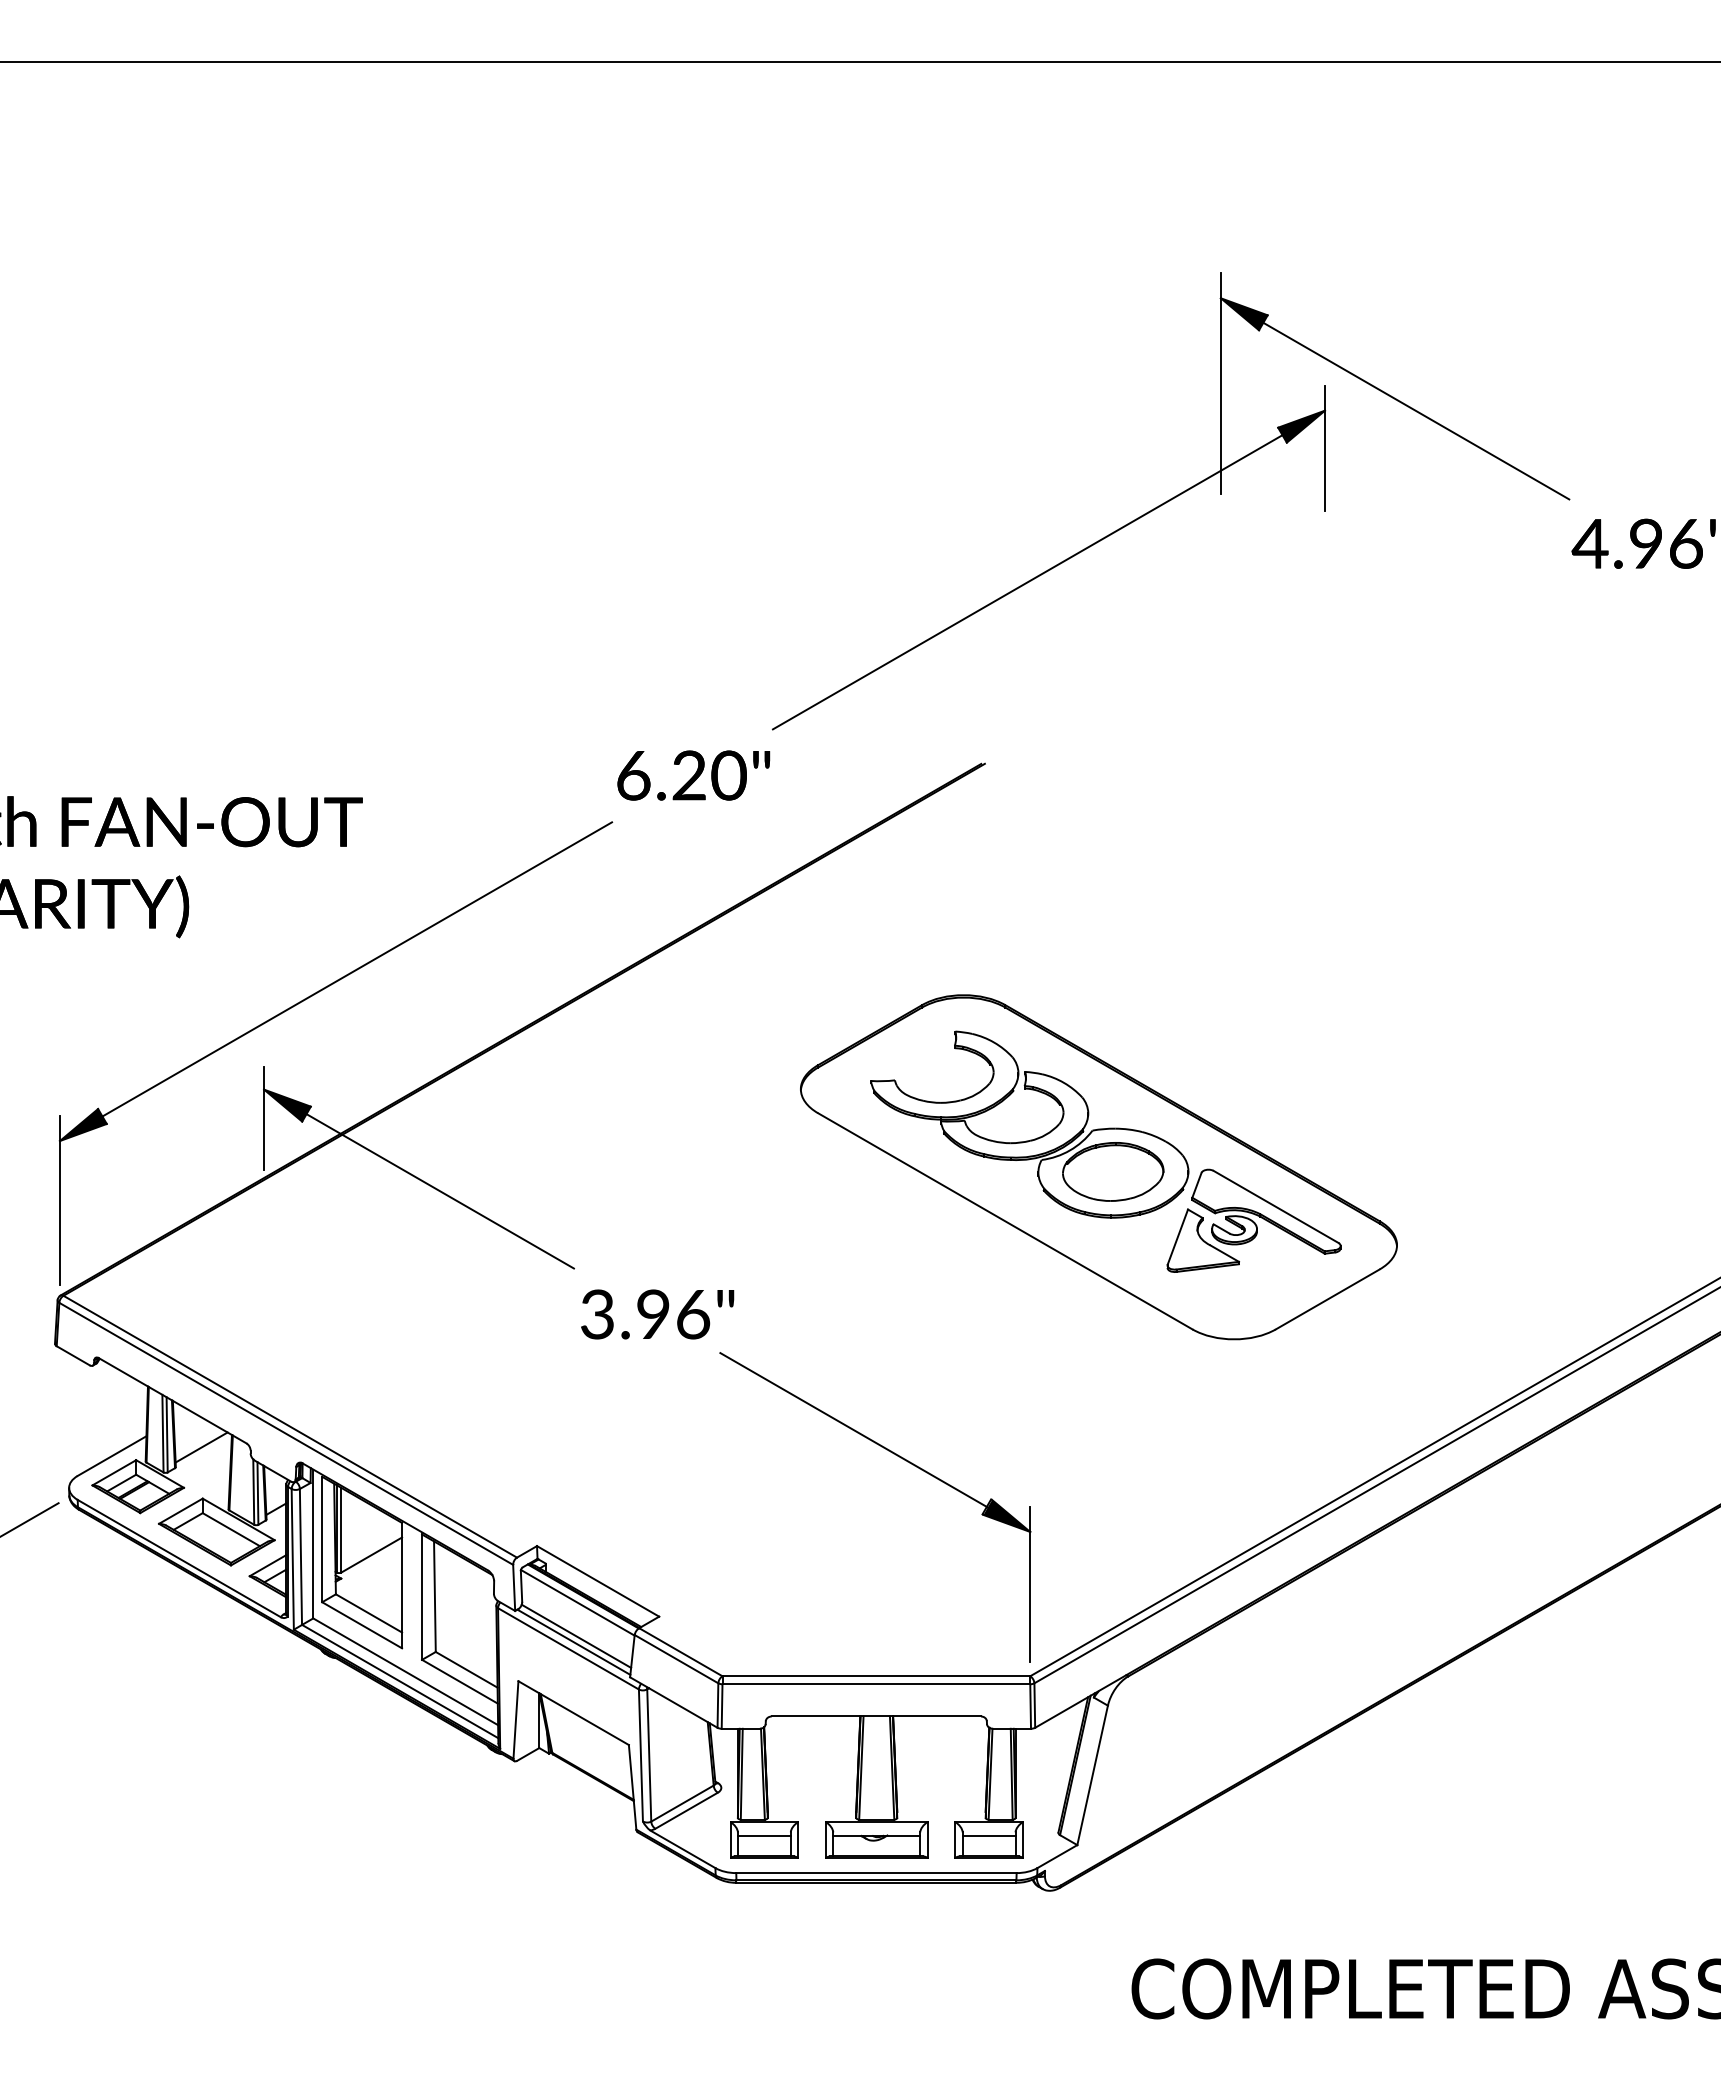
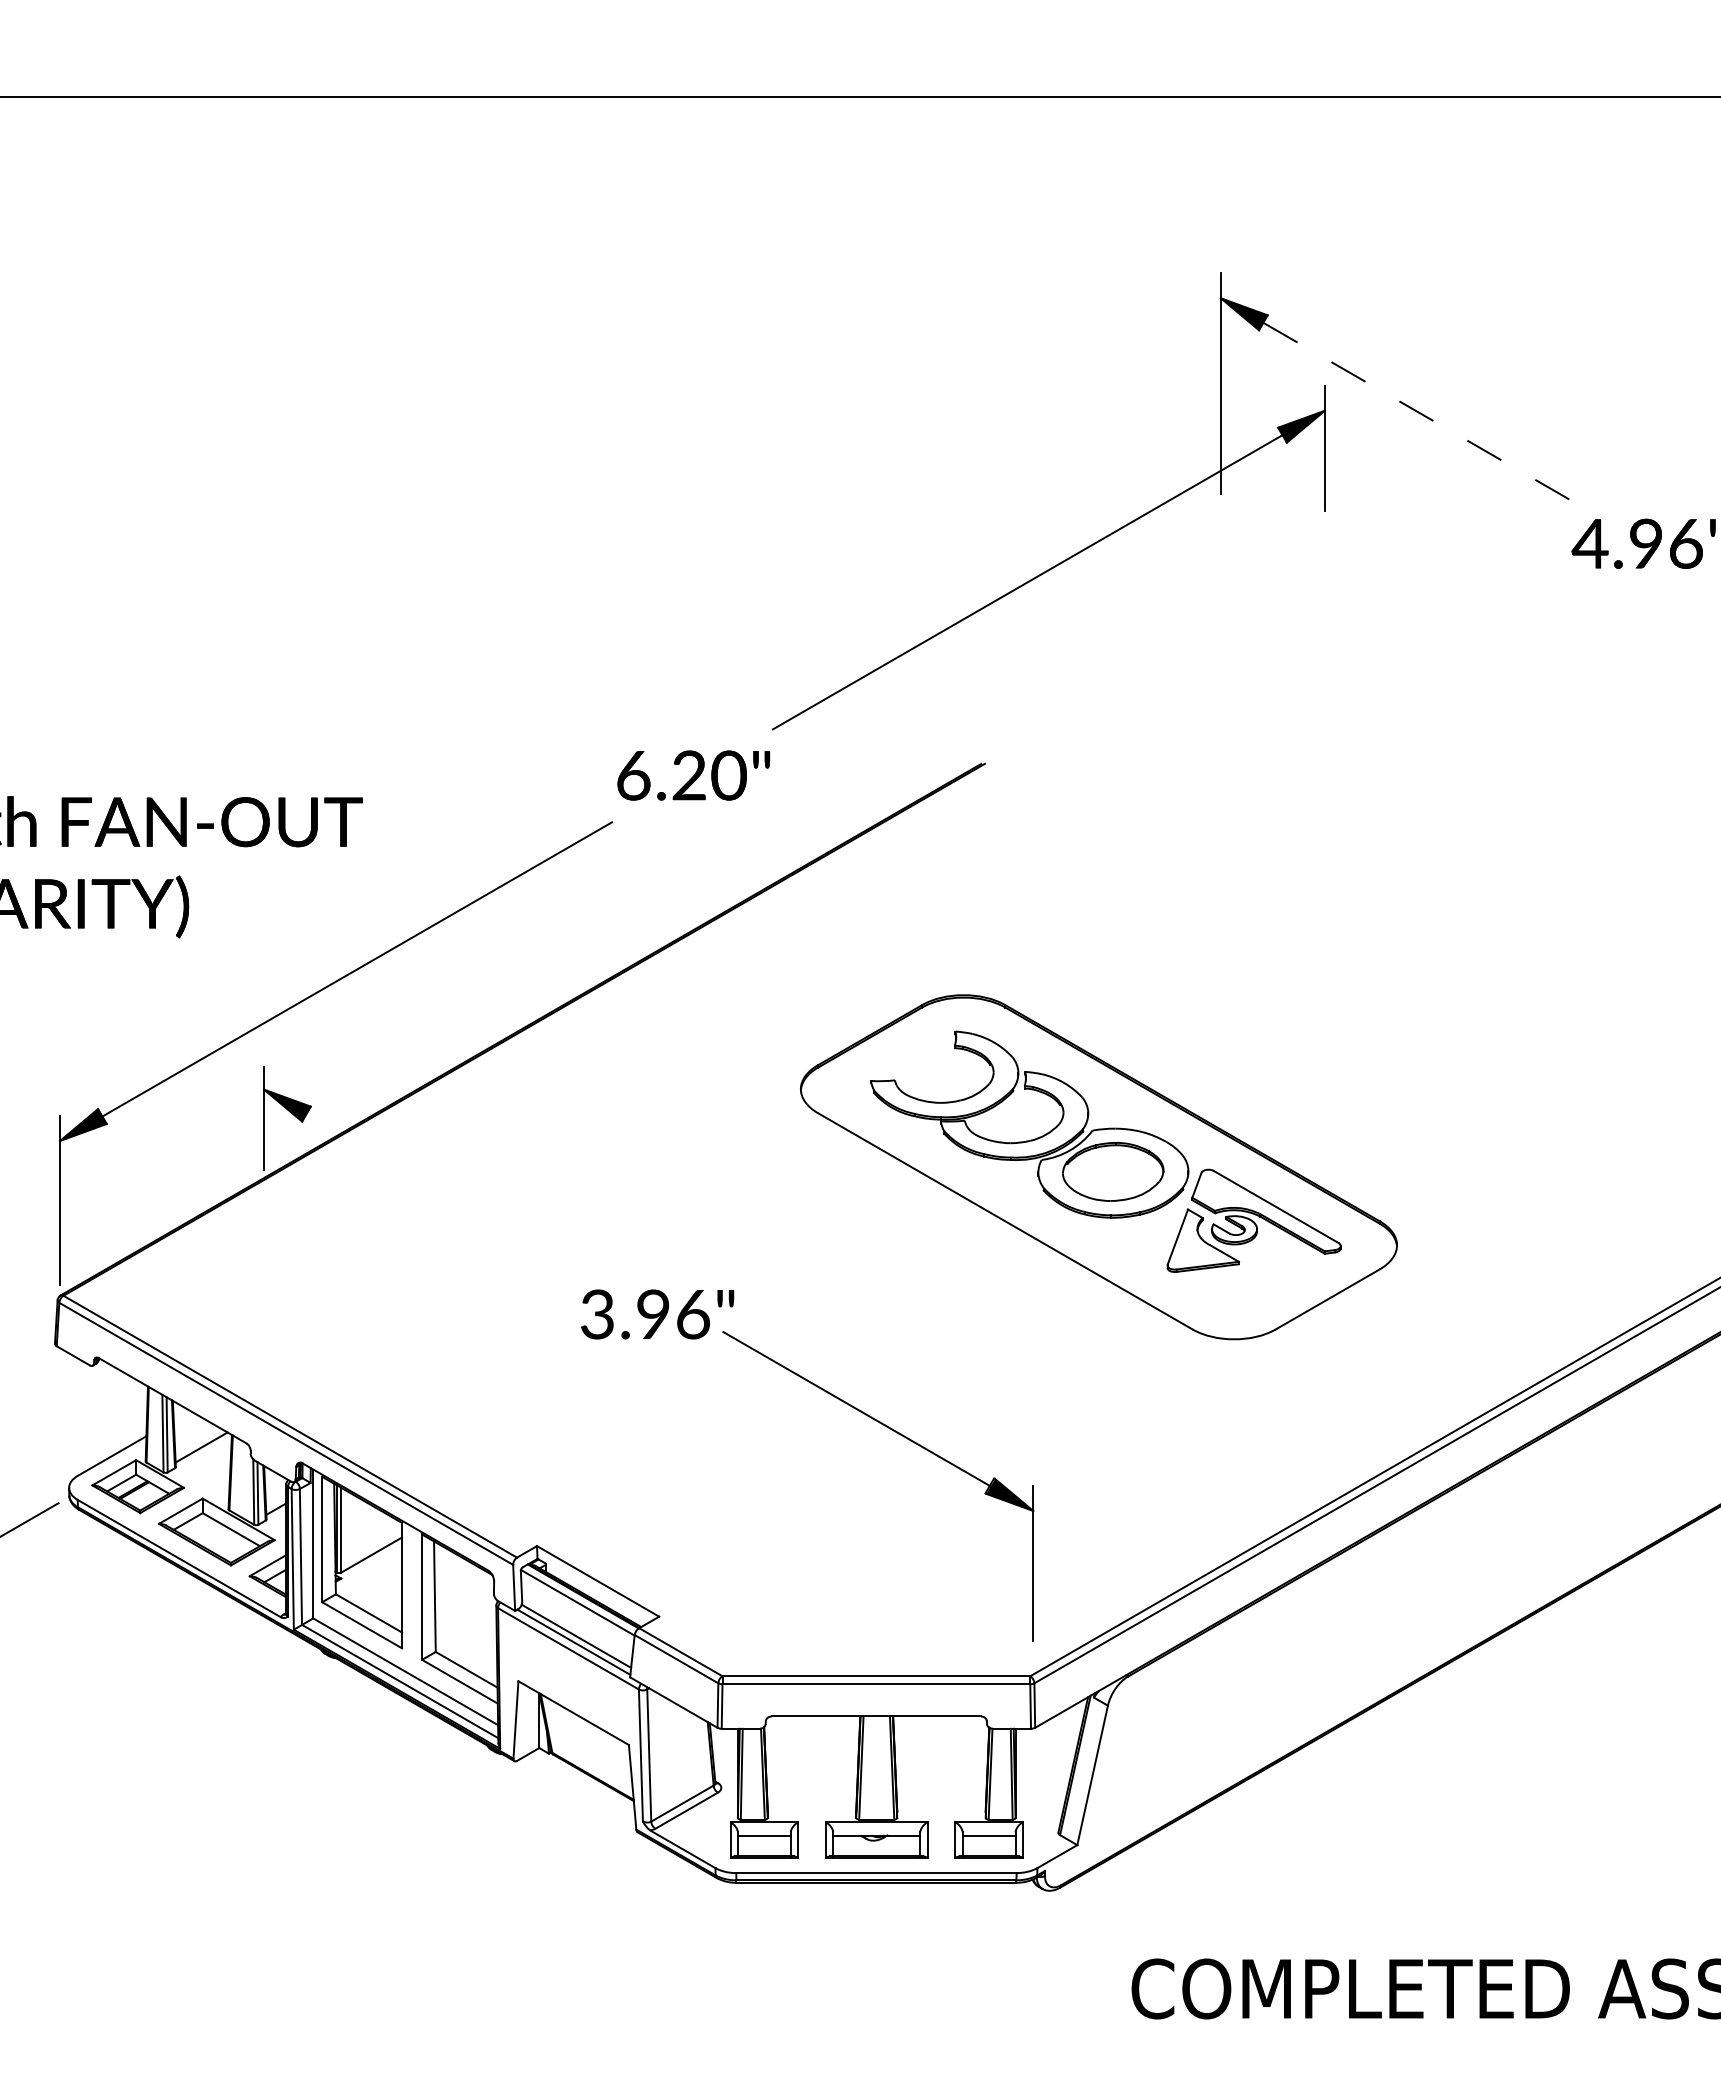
line at (859, 62) position: (859, 62) -> (859, 97)
line at (1416, 411): solid -> dashed
line at (439, 1191): present -> none
part at (900, 1458) position: (900, 1458) -> (903, 1437)
